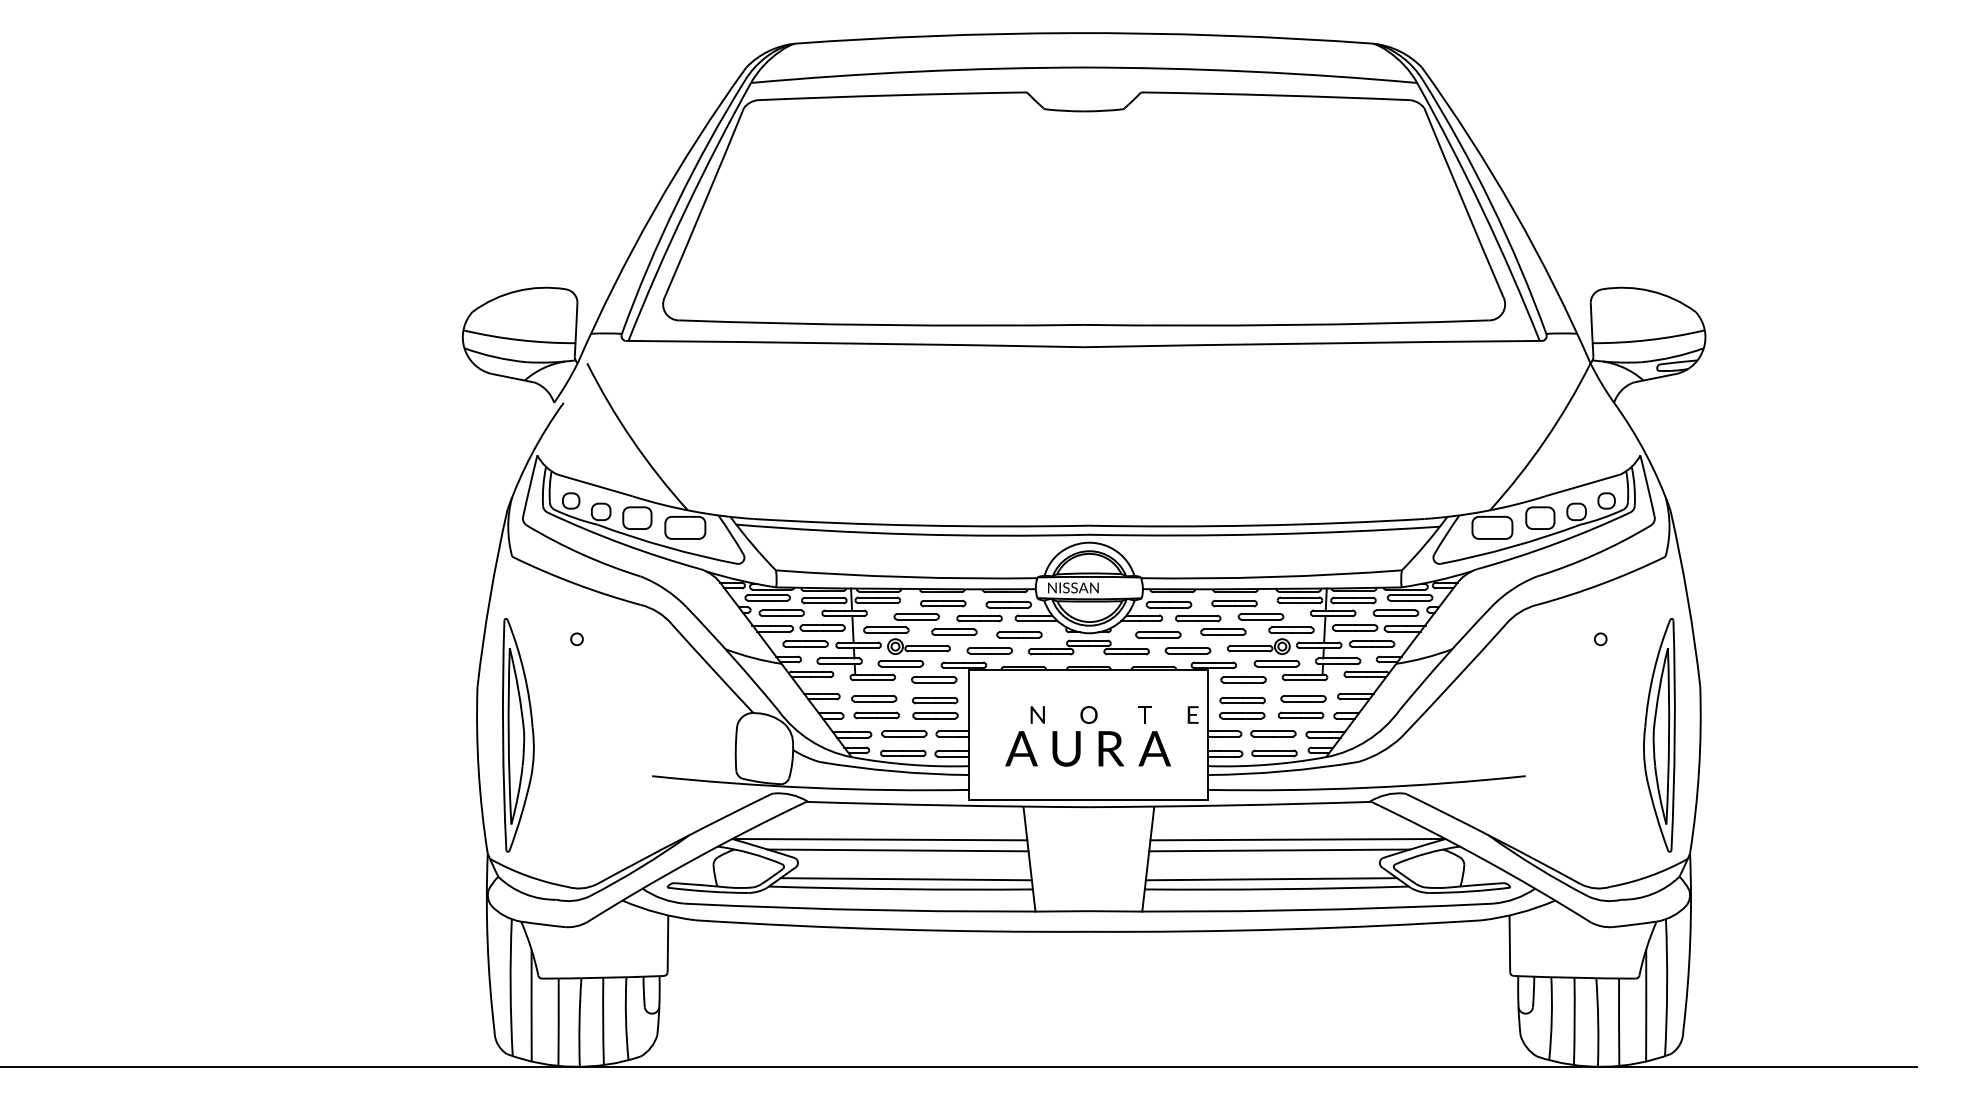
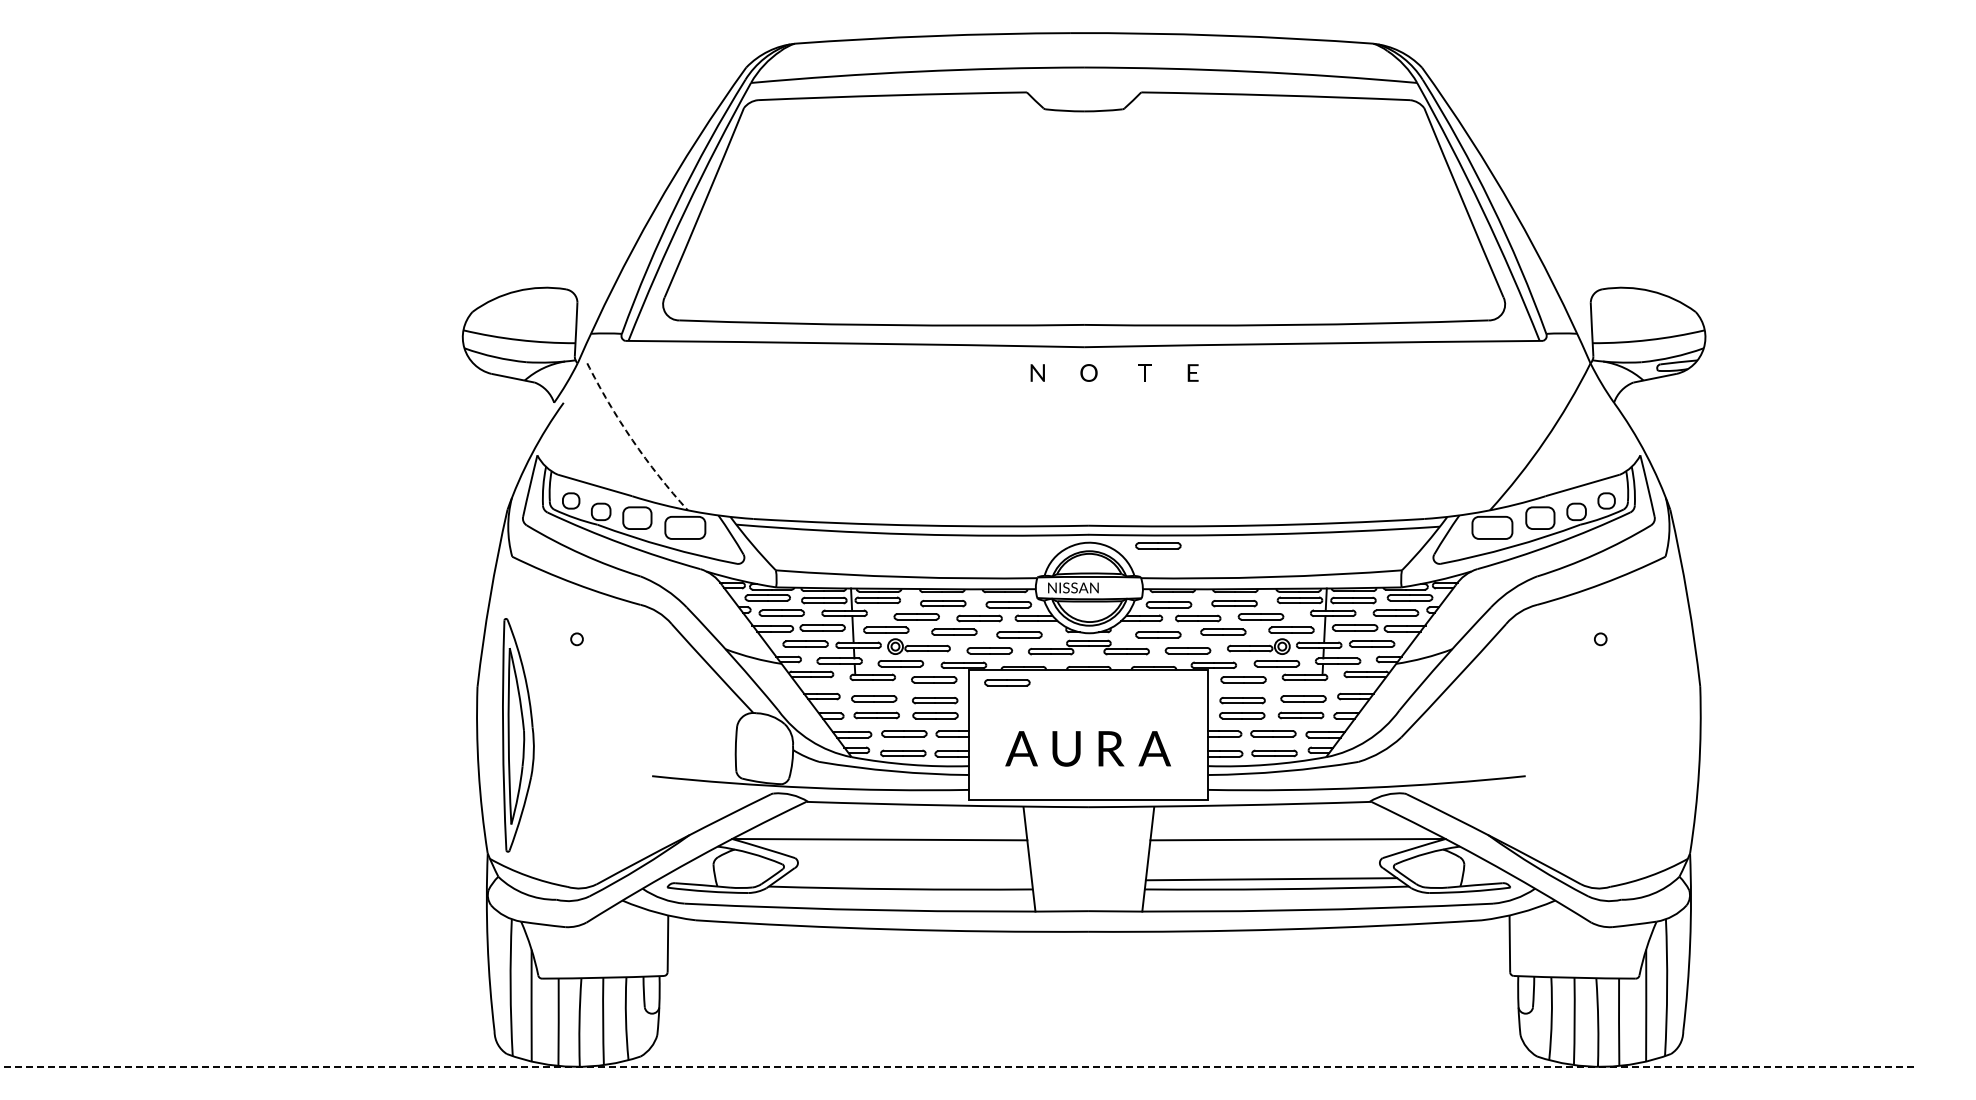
arc at (632, 440): solid -> dashed
part at (1158, 545): none -> present
part at (1007, 682): none -> present
text at (1114, 714) position: (1114, 714) -> (1114, 372)
part at (1659, 735): present -> none
line at (897, 850): present -> none
line at (1279, 850): present -> none
line at (905, 879): present -> none
line at (958, 1066): solid -> dashed
